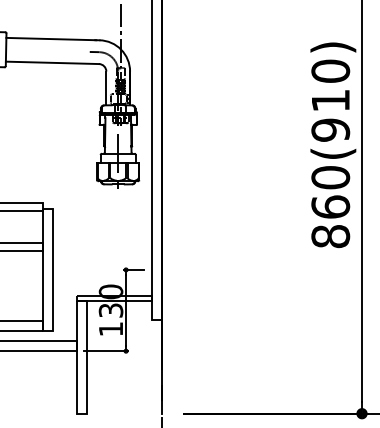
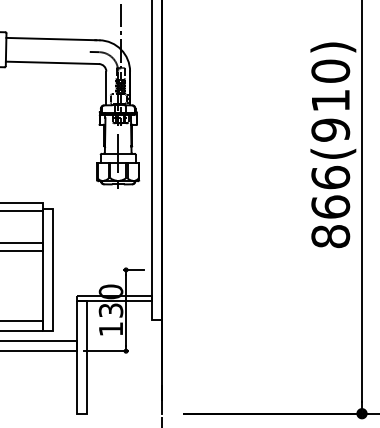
text at (330, 177): 860(910) -> 866(910)
